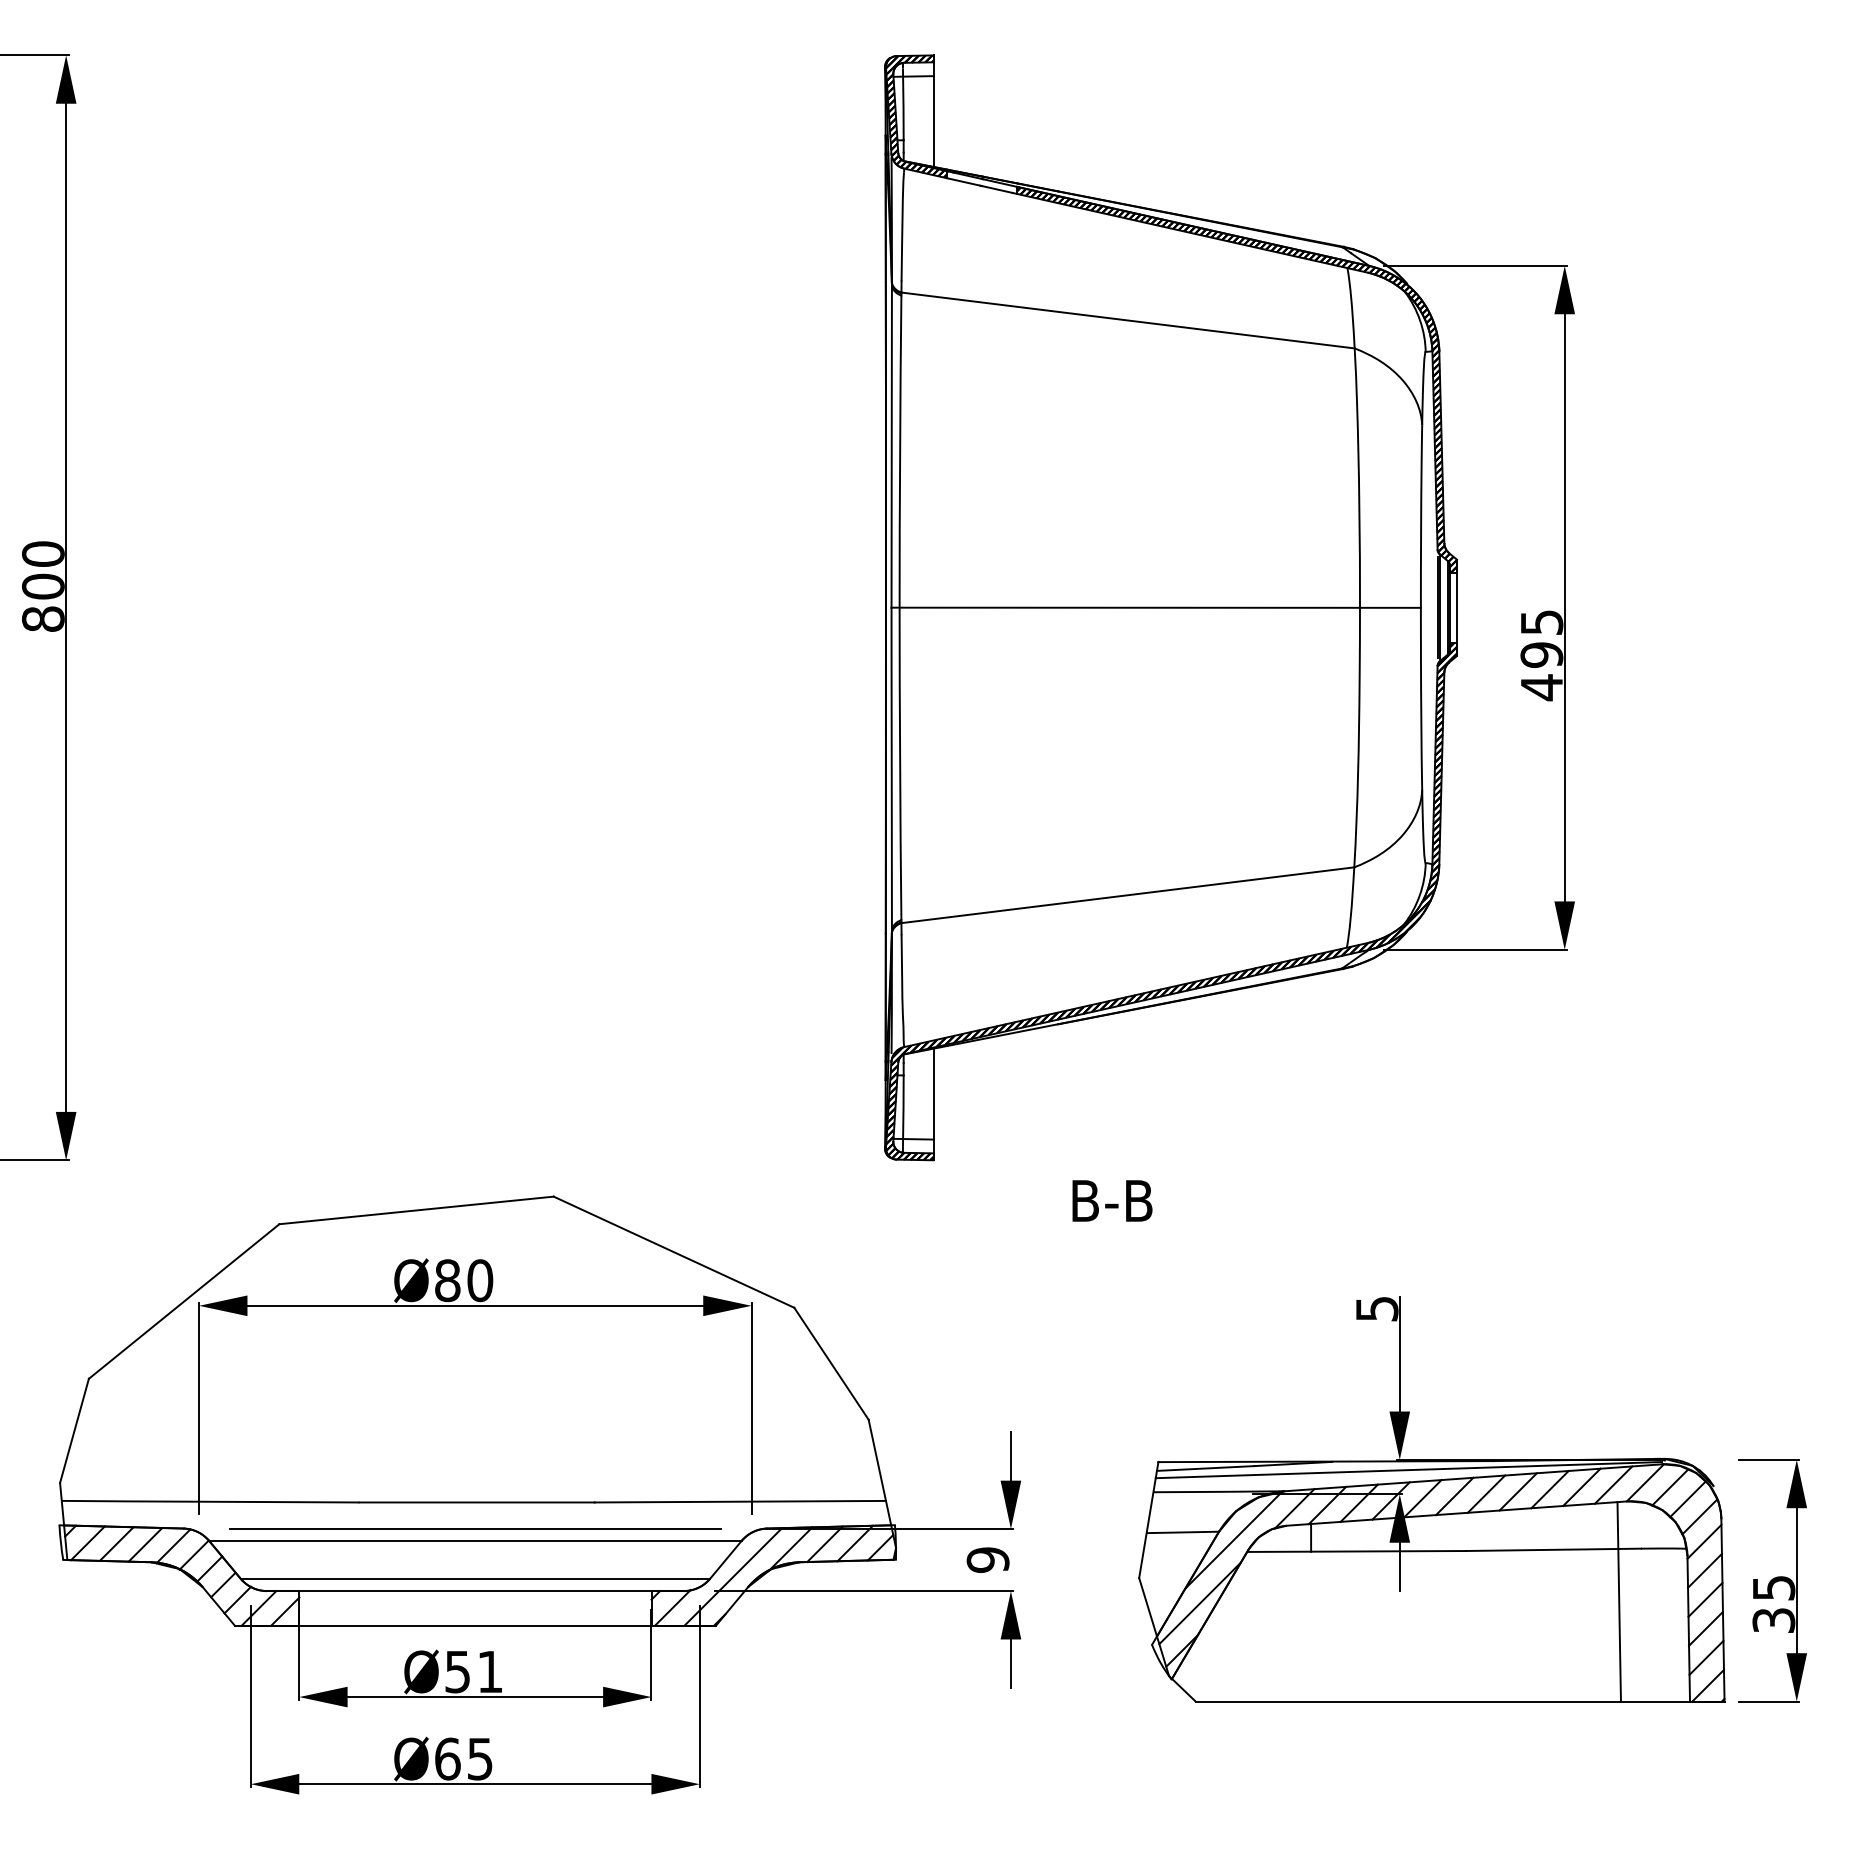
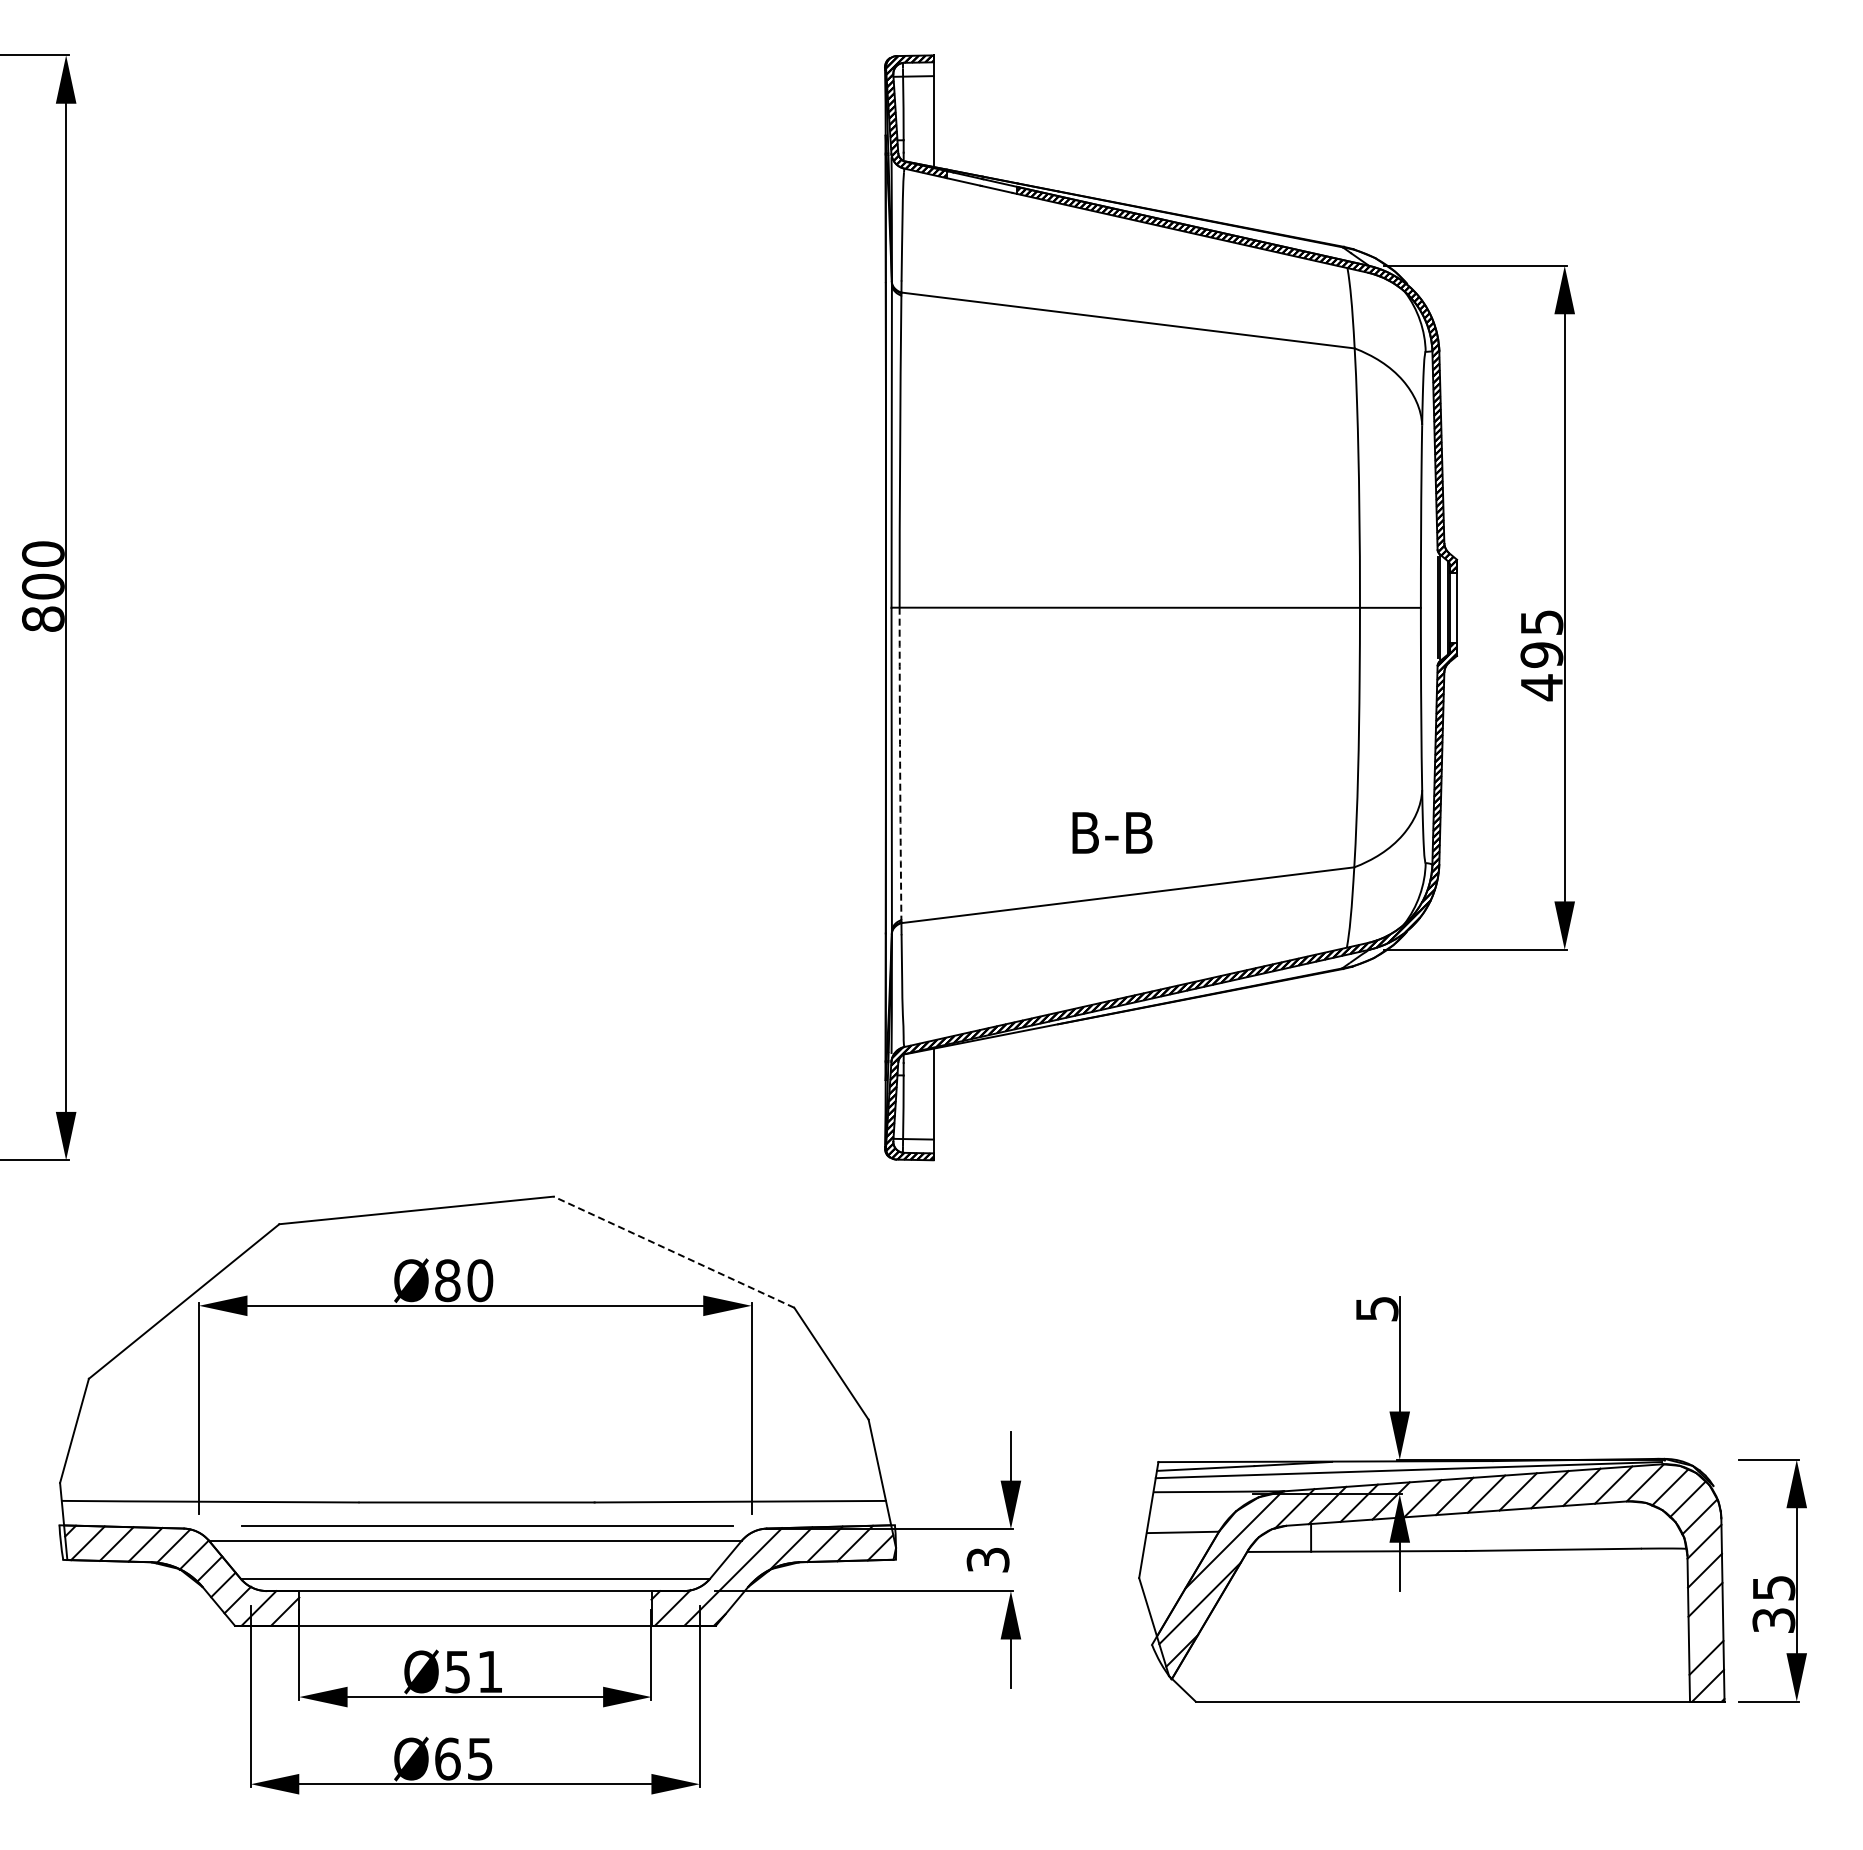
arc at (900, 763): solid -> dashed
text at (1112, 1200) position: (1112, 1200) -> (1112, 832)
line at (673, 1251): solid -> dashed
line at (475, 1528) position: (475, 1528) -> (487, 1525)
text at (987, 1559): 9 -> 3
line at (1618, 1601): present -> none
line at (1705, 1628): present -> none
